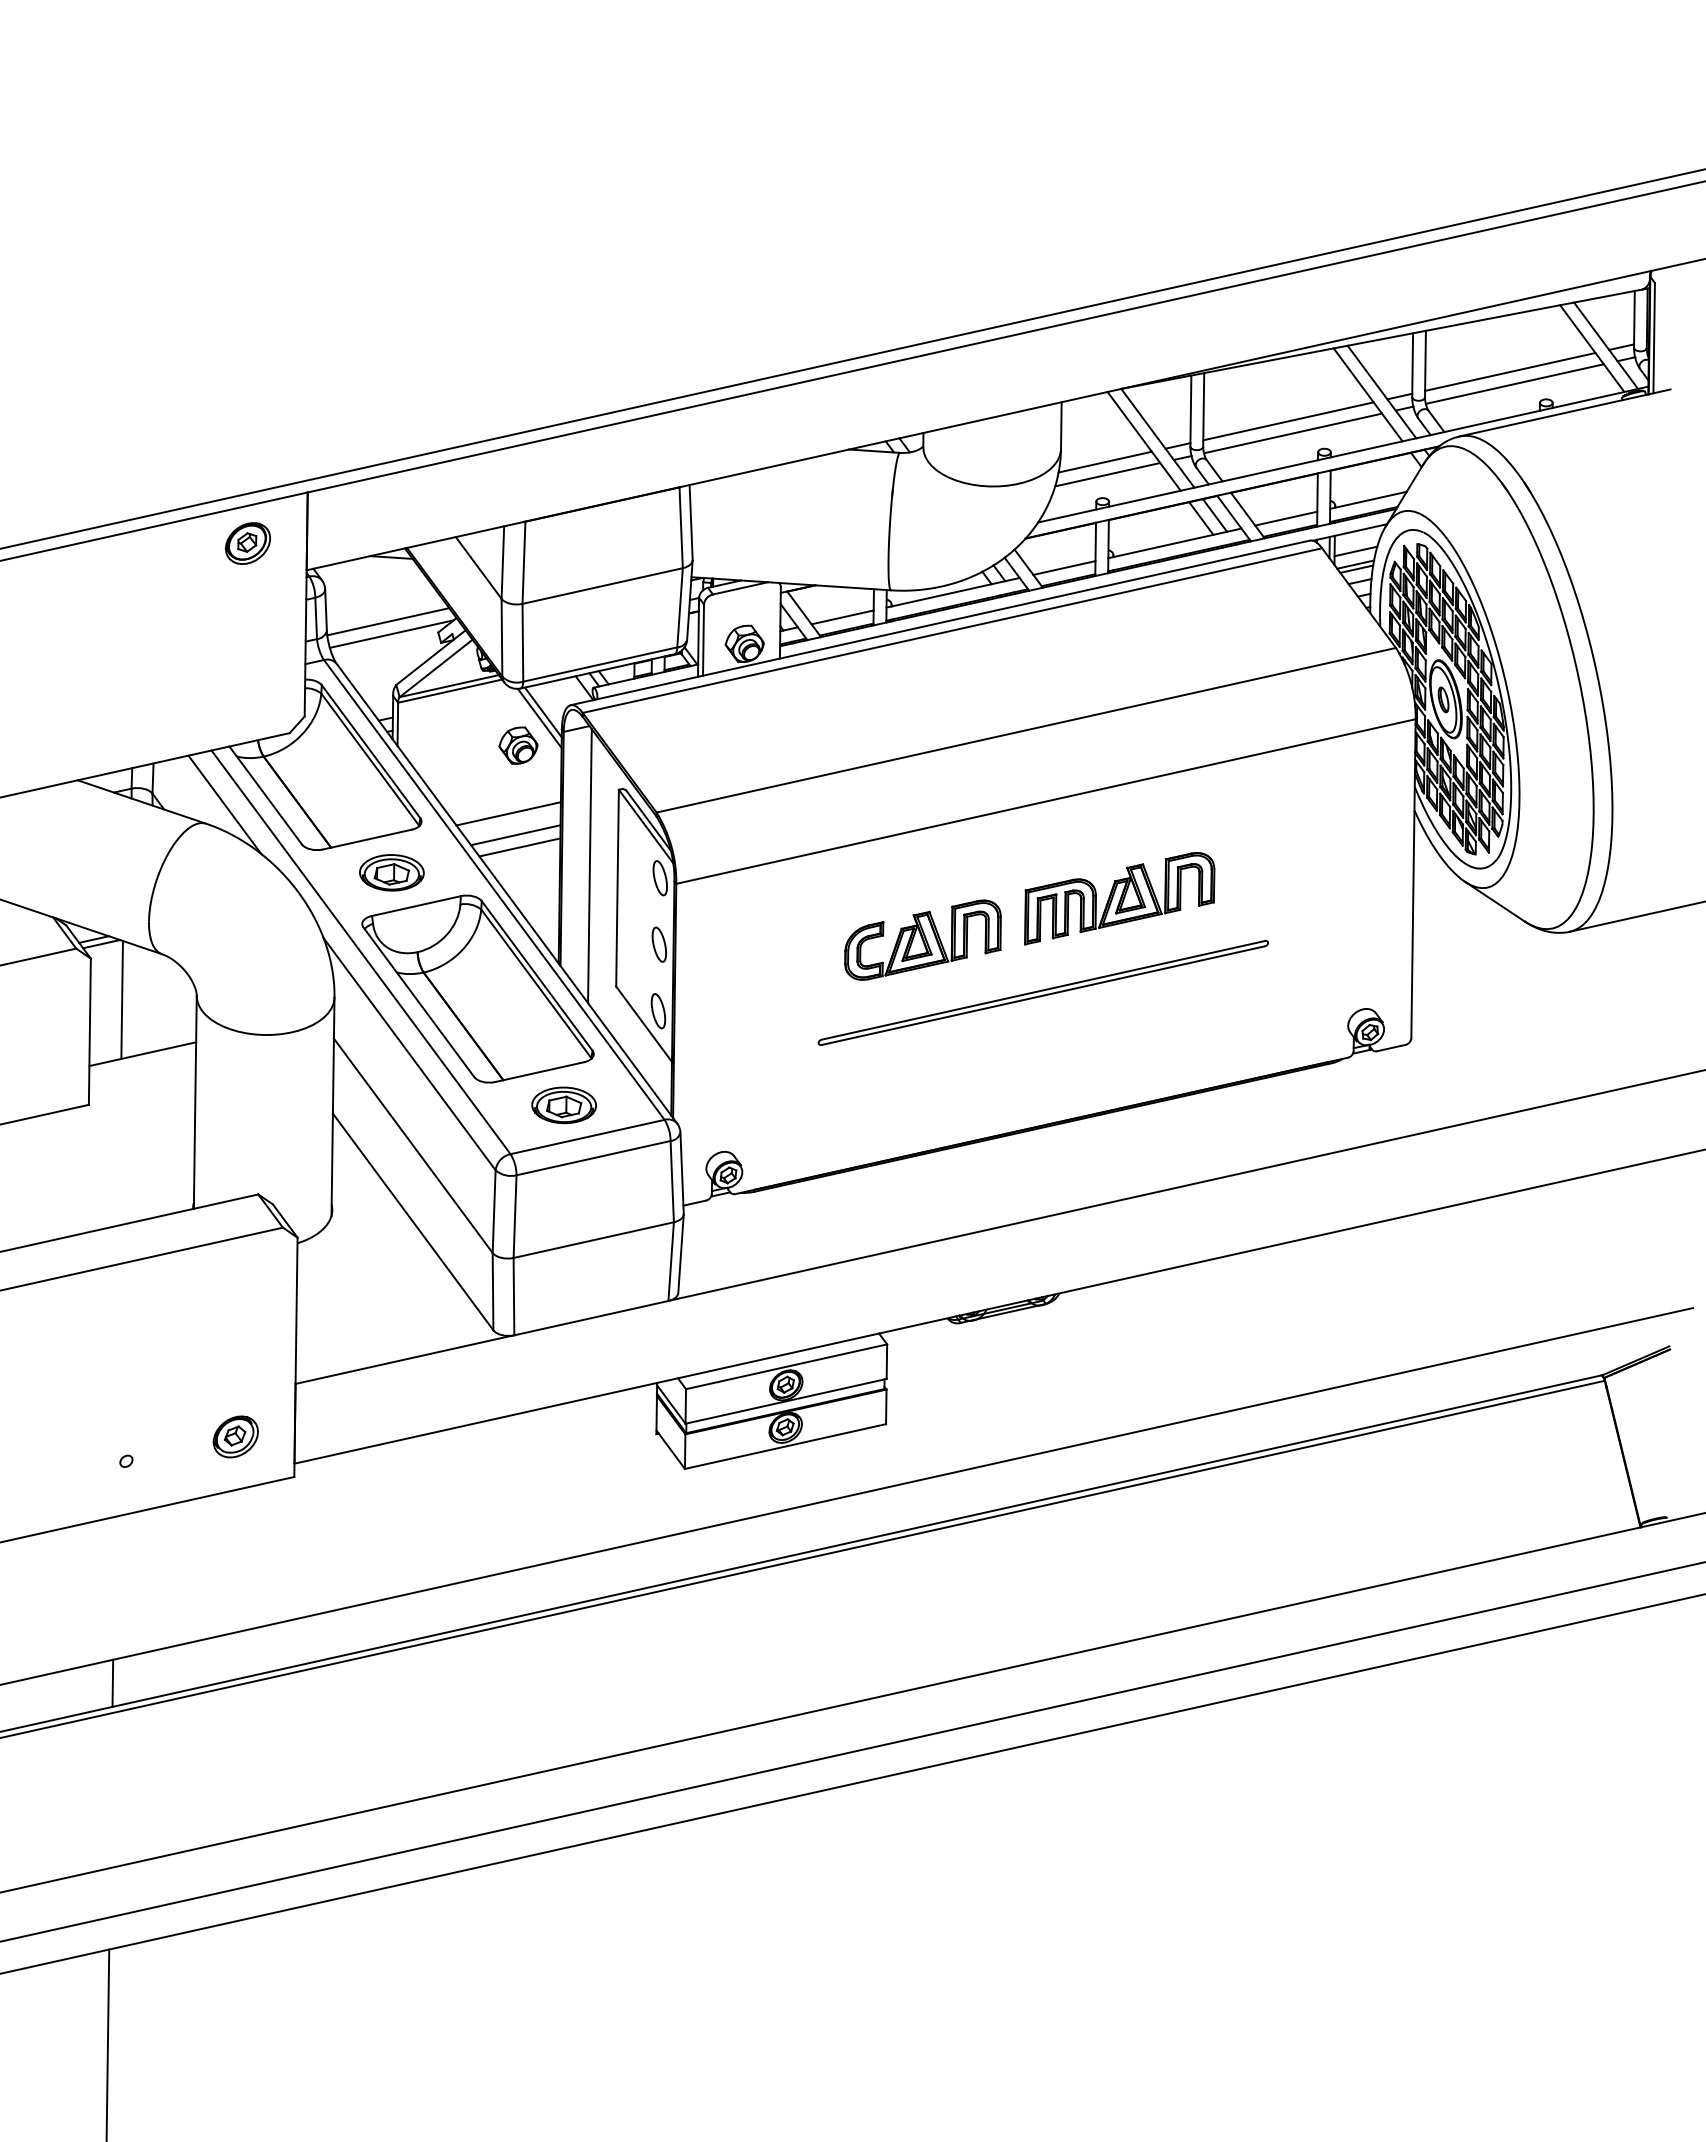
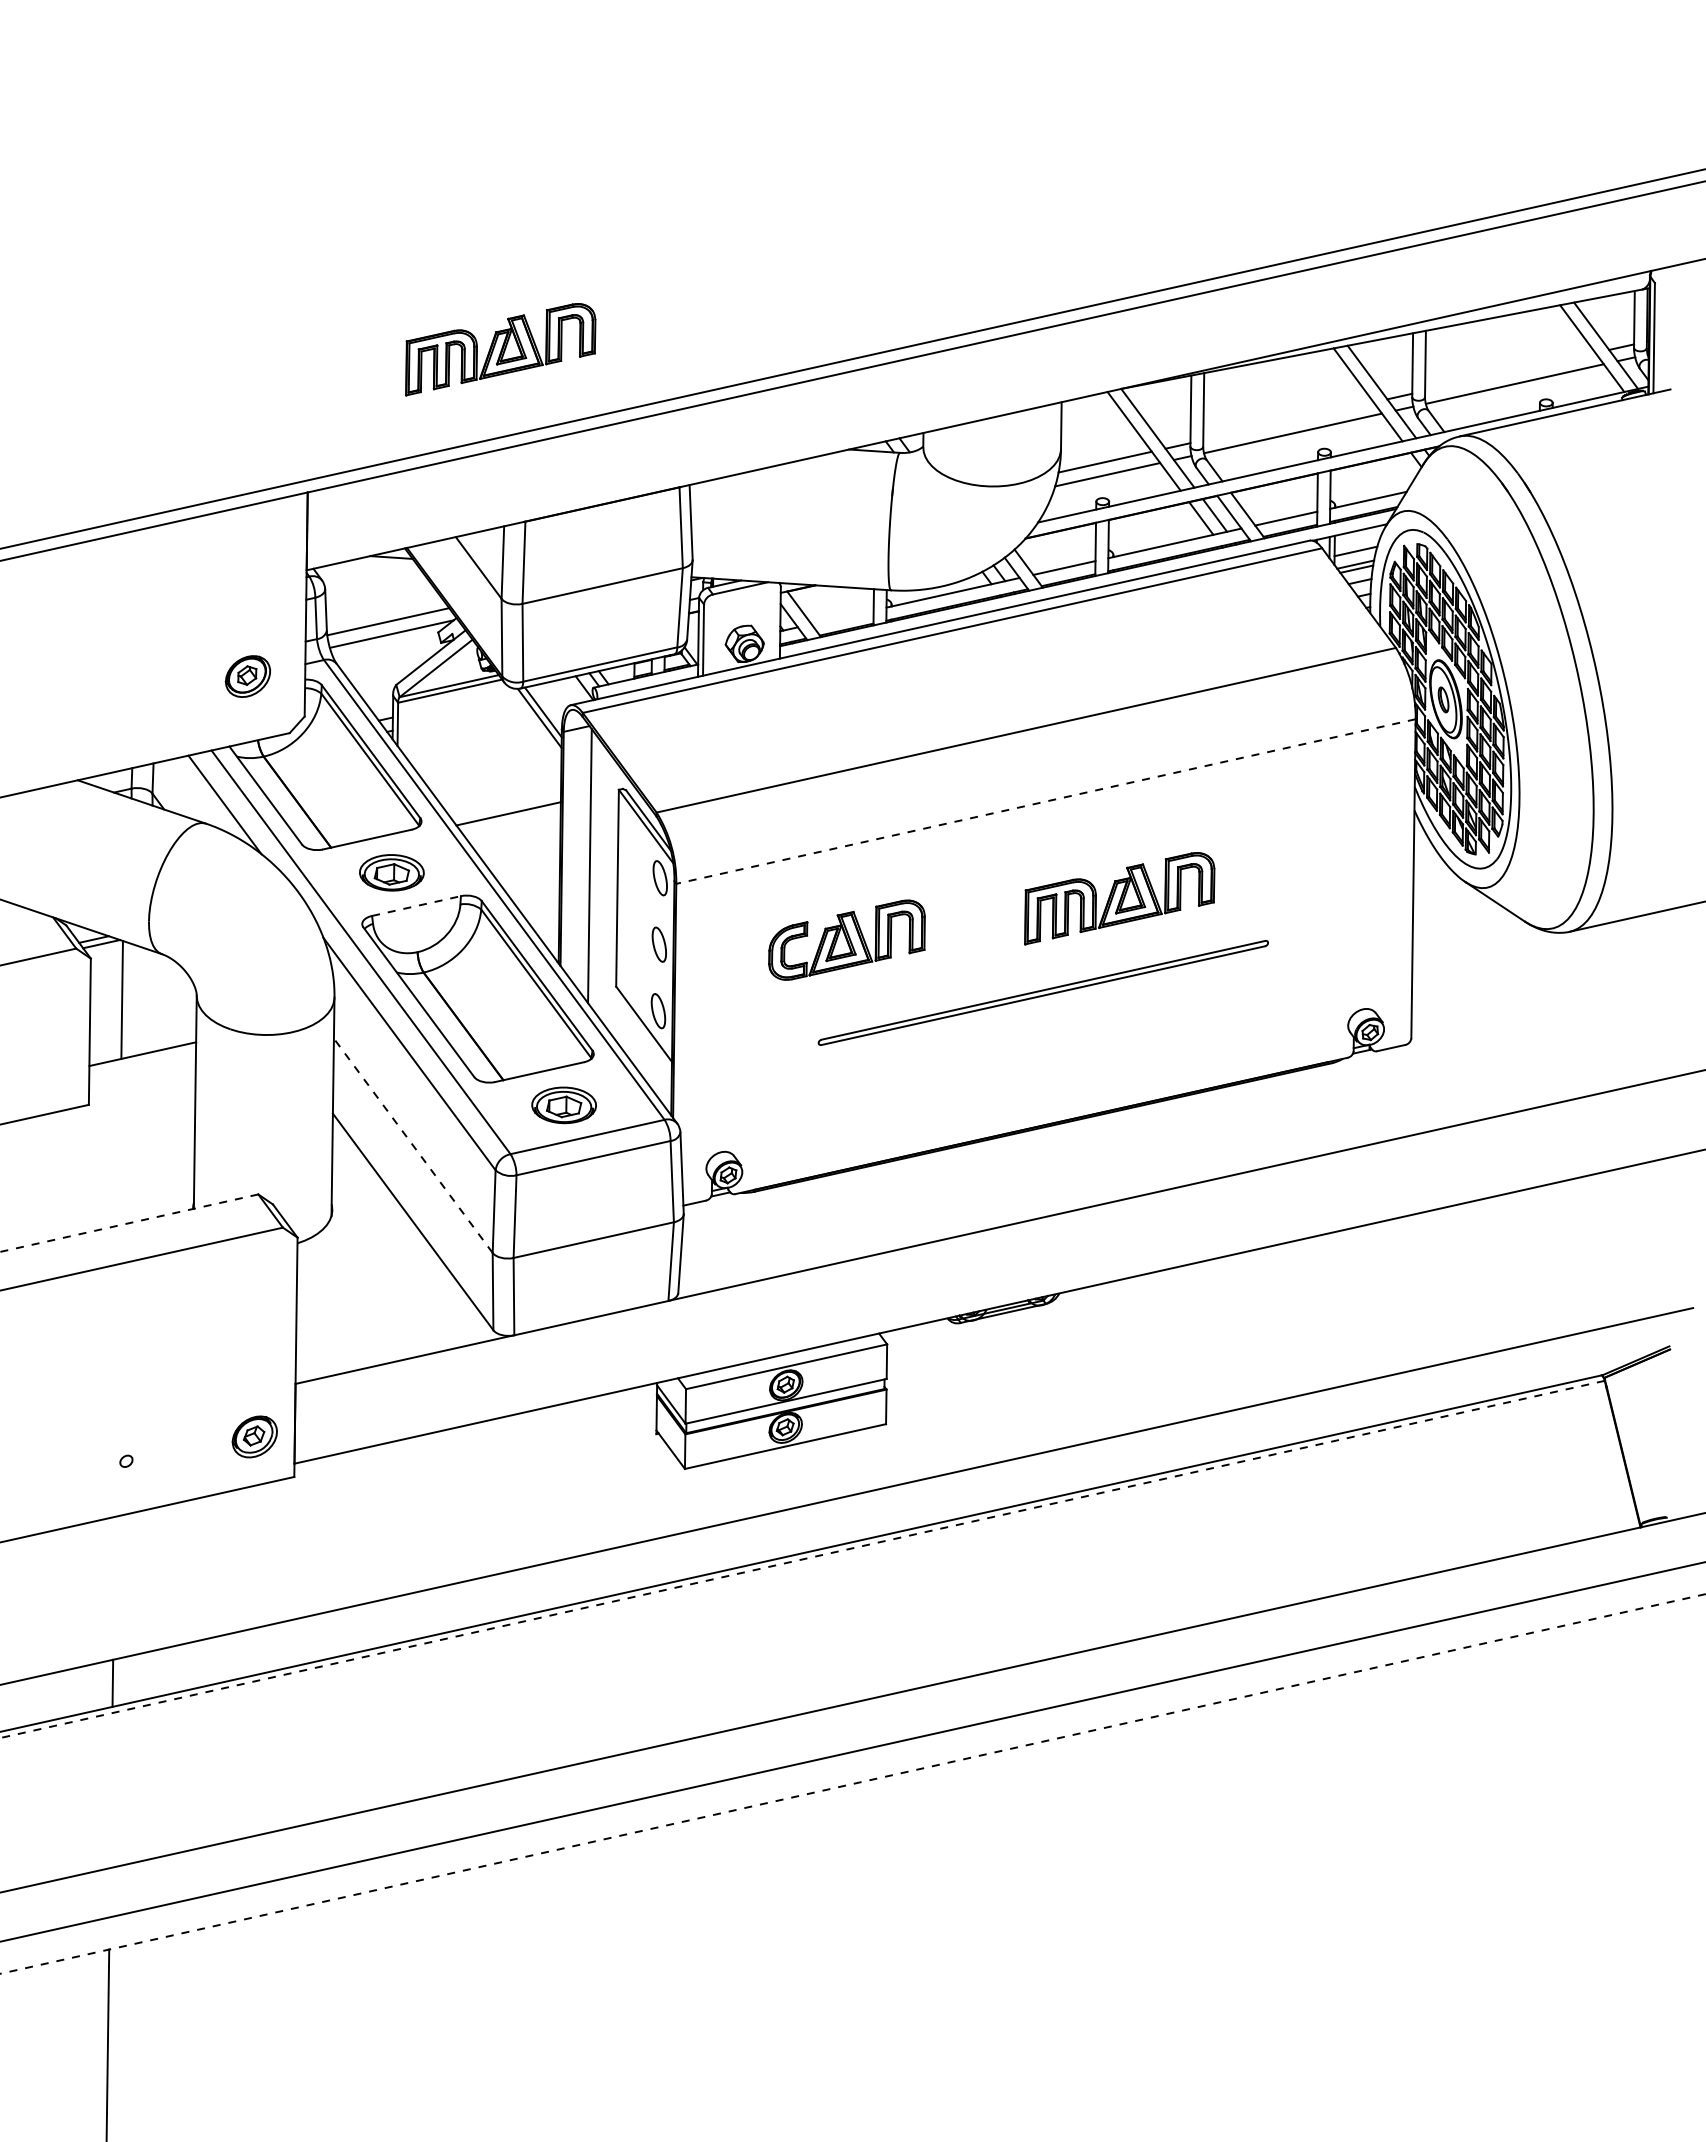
part at (500, 349): none -> present
line at (1510, 371): present -> none
line at (1288, 421): present -> none
part at (247, 543) position: (247, 543) -> (247, 676)
line at (842, 617): present -> none
part at (518, 745): present -> none
line at (1046, 801): solid -> dashed
line at (515, 835): present -> none
line at (519, 847): present -> none
line at (416, 906): solid -> dashed
part at (922, 939) position: (922, 939) -> (846, 939)
line at (413, 1145): solid -> dashed
line at (129, 1223): solid -> dashed
part at (235, 1436) position: (235, 1436) -> (254, 1436)
line at (802, 1559): solid -> dashed
line at (853, 1783): solid -> dashed
